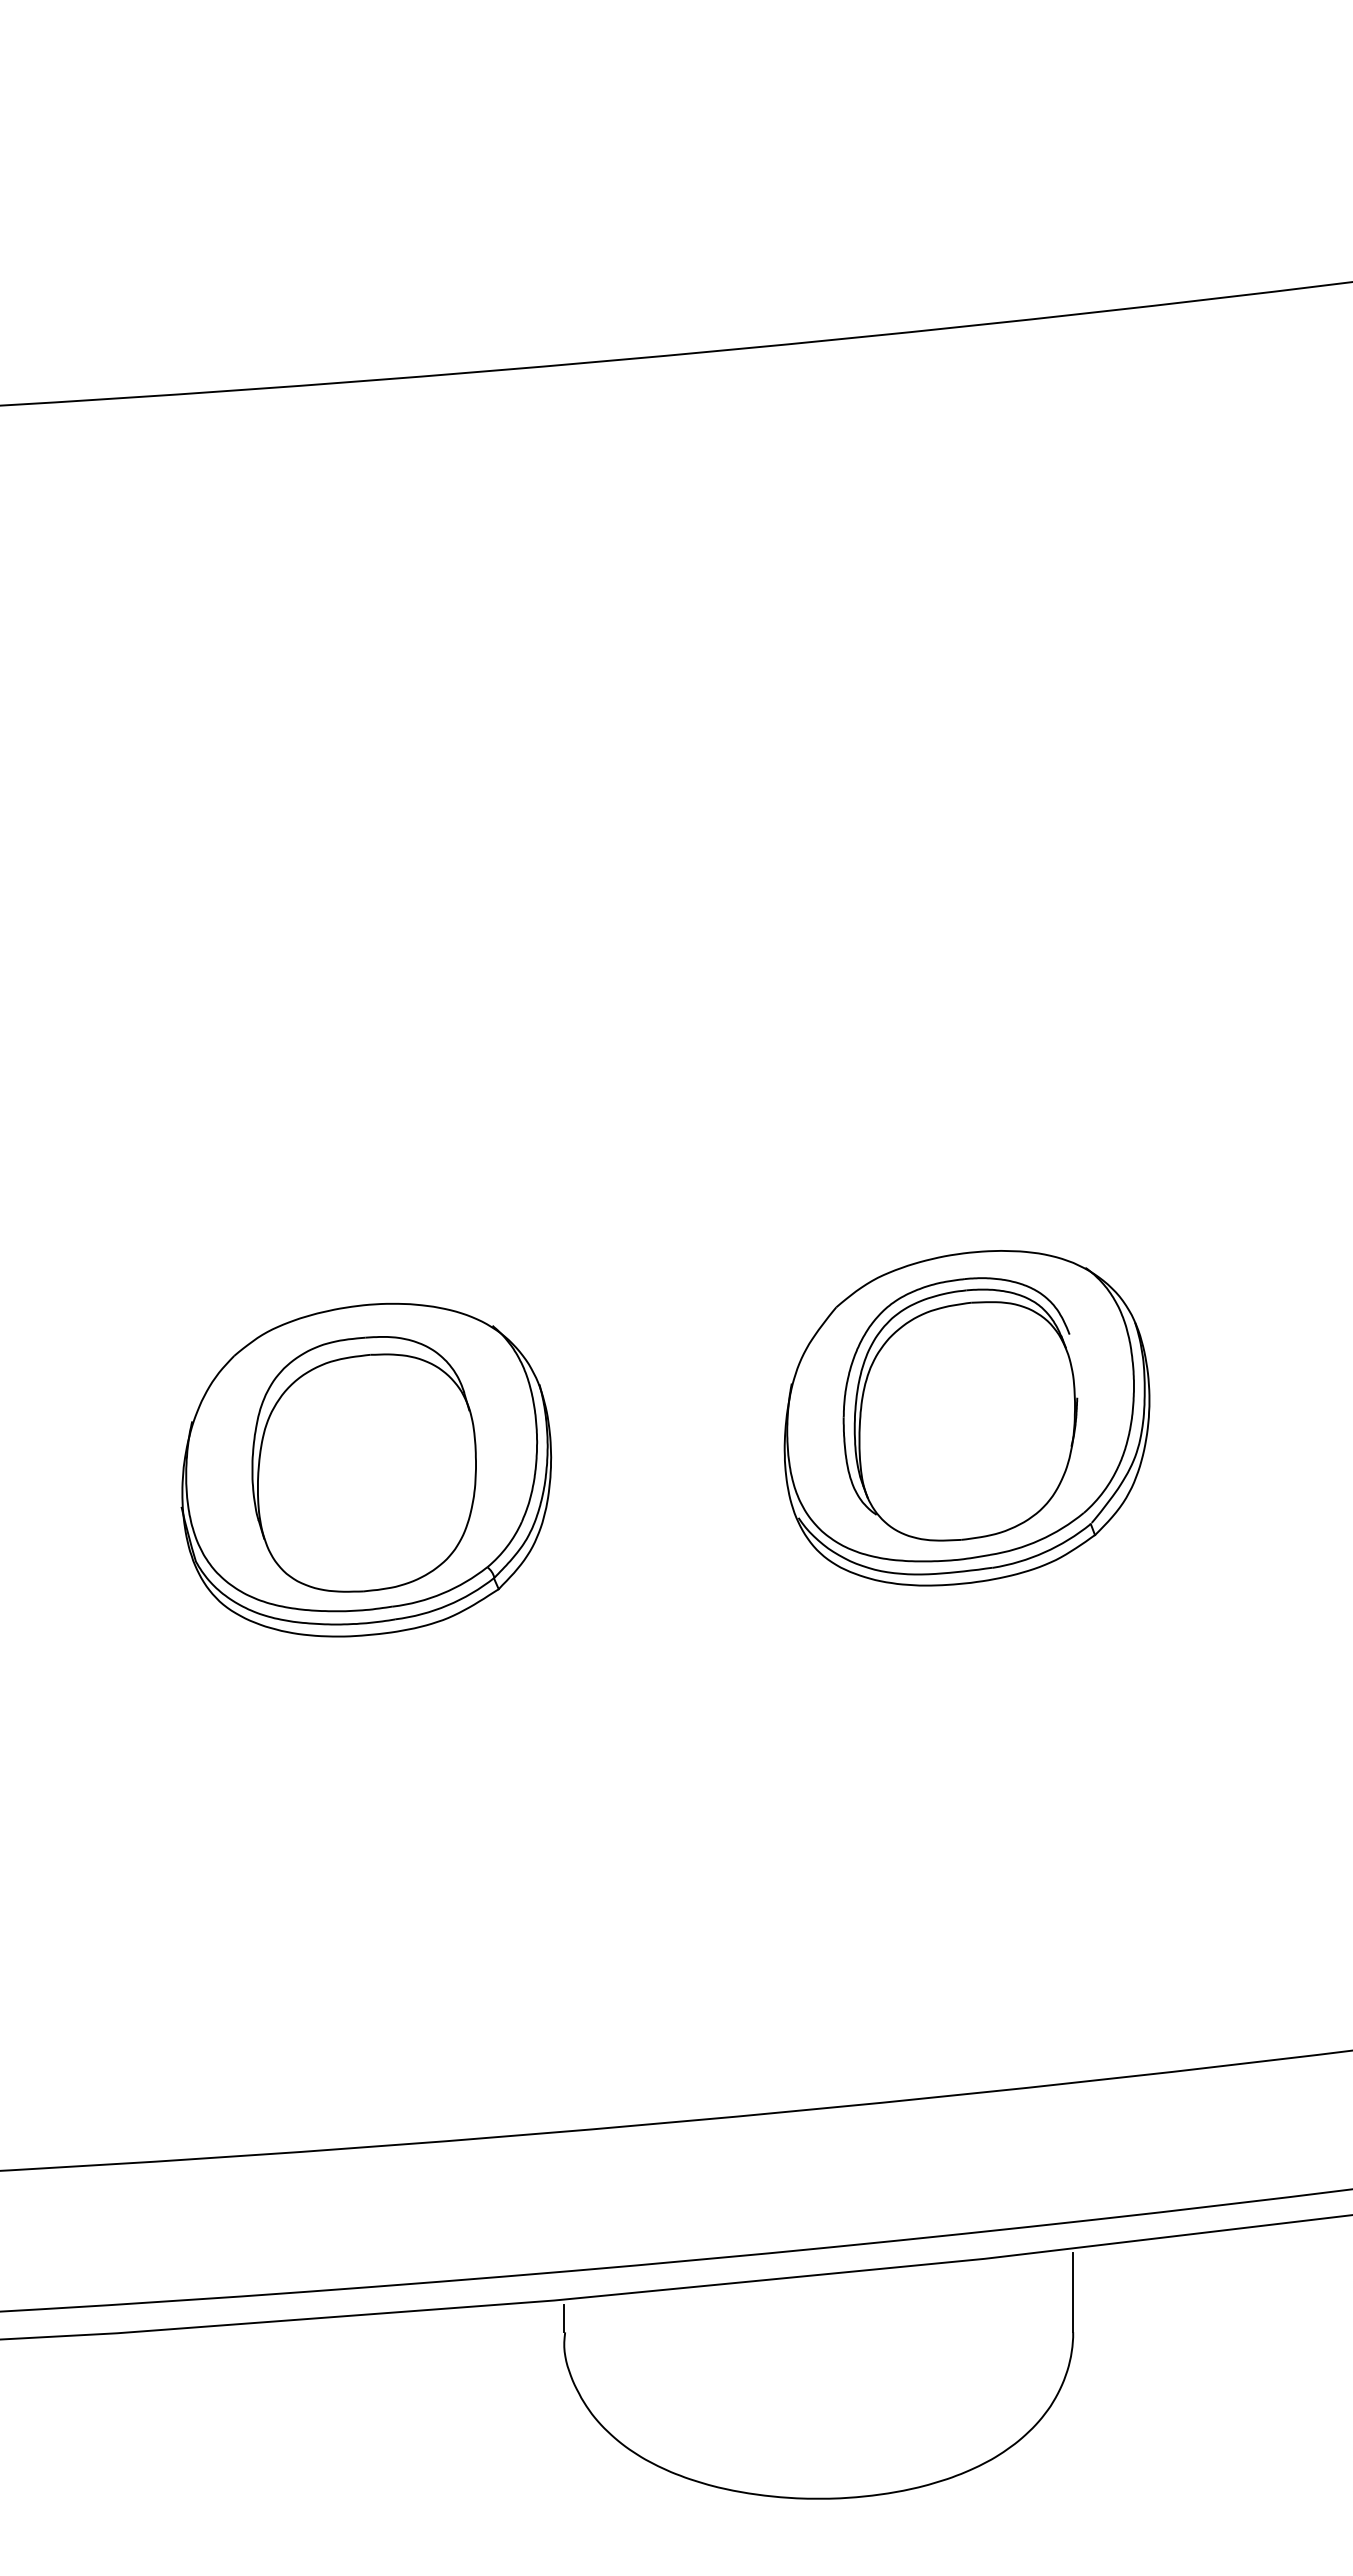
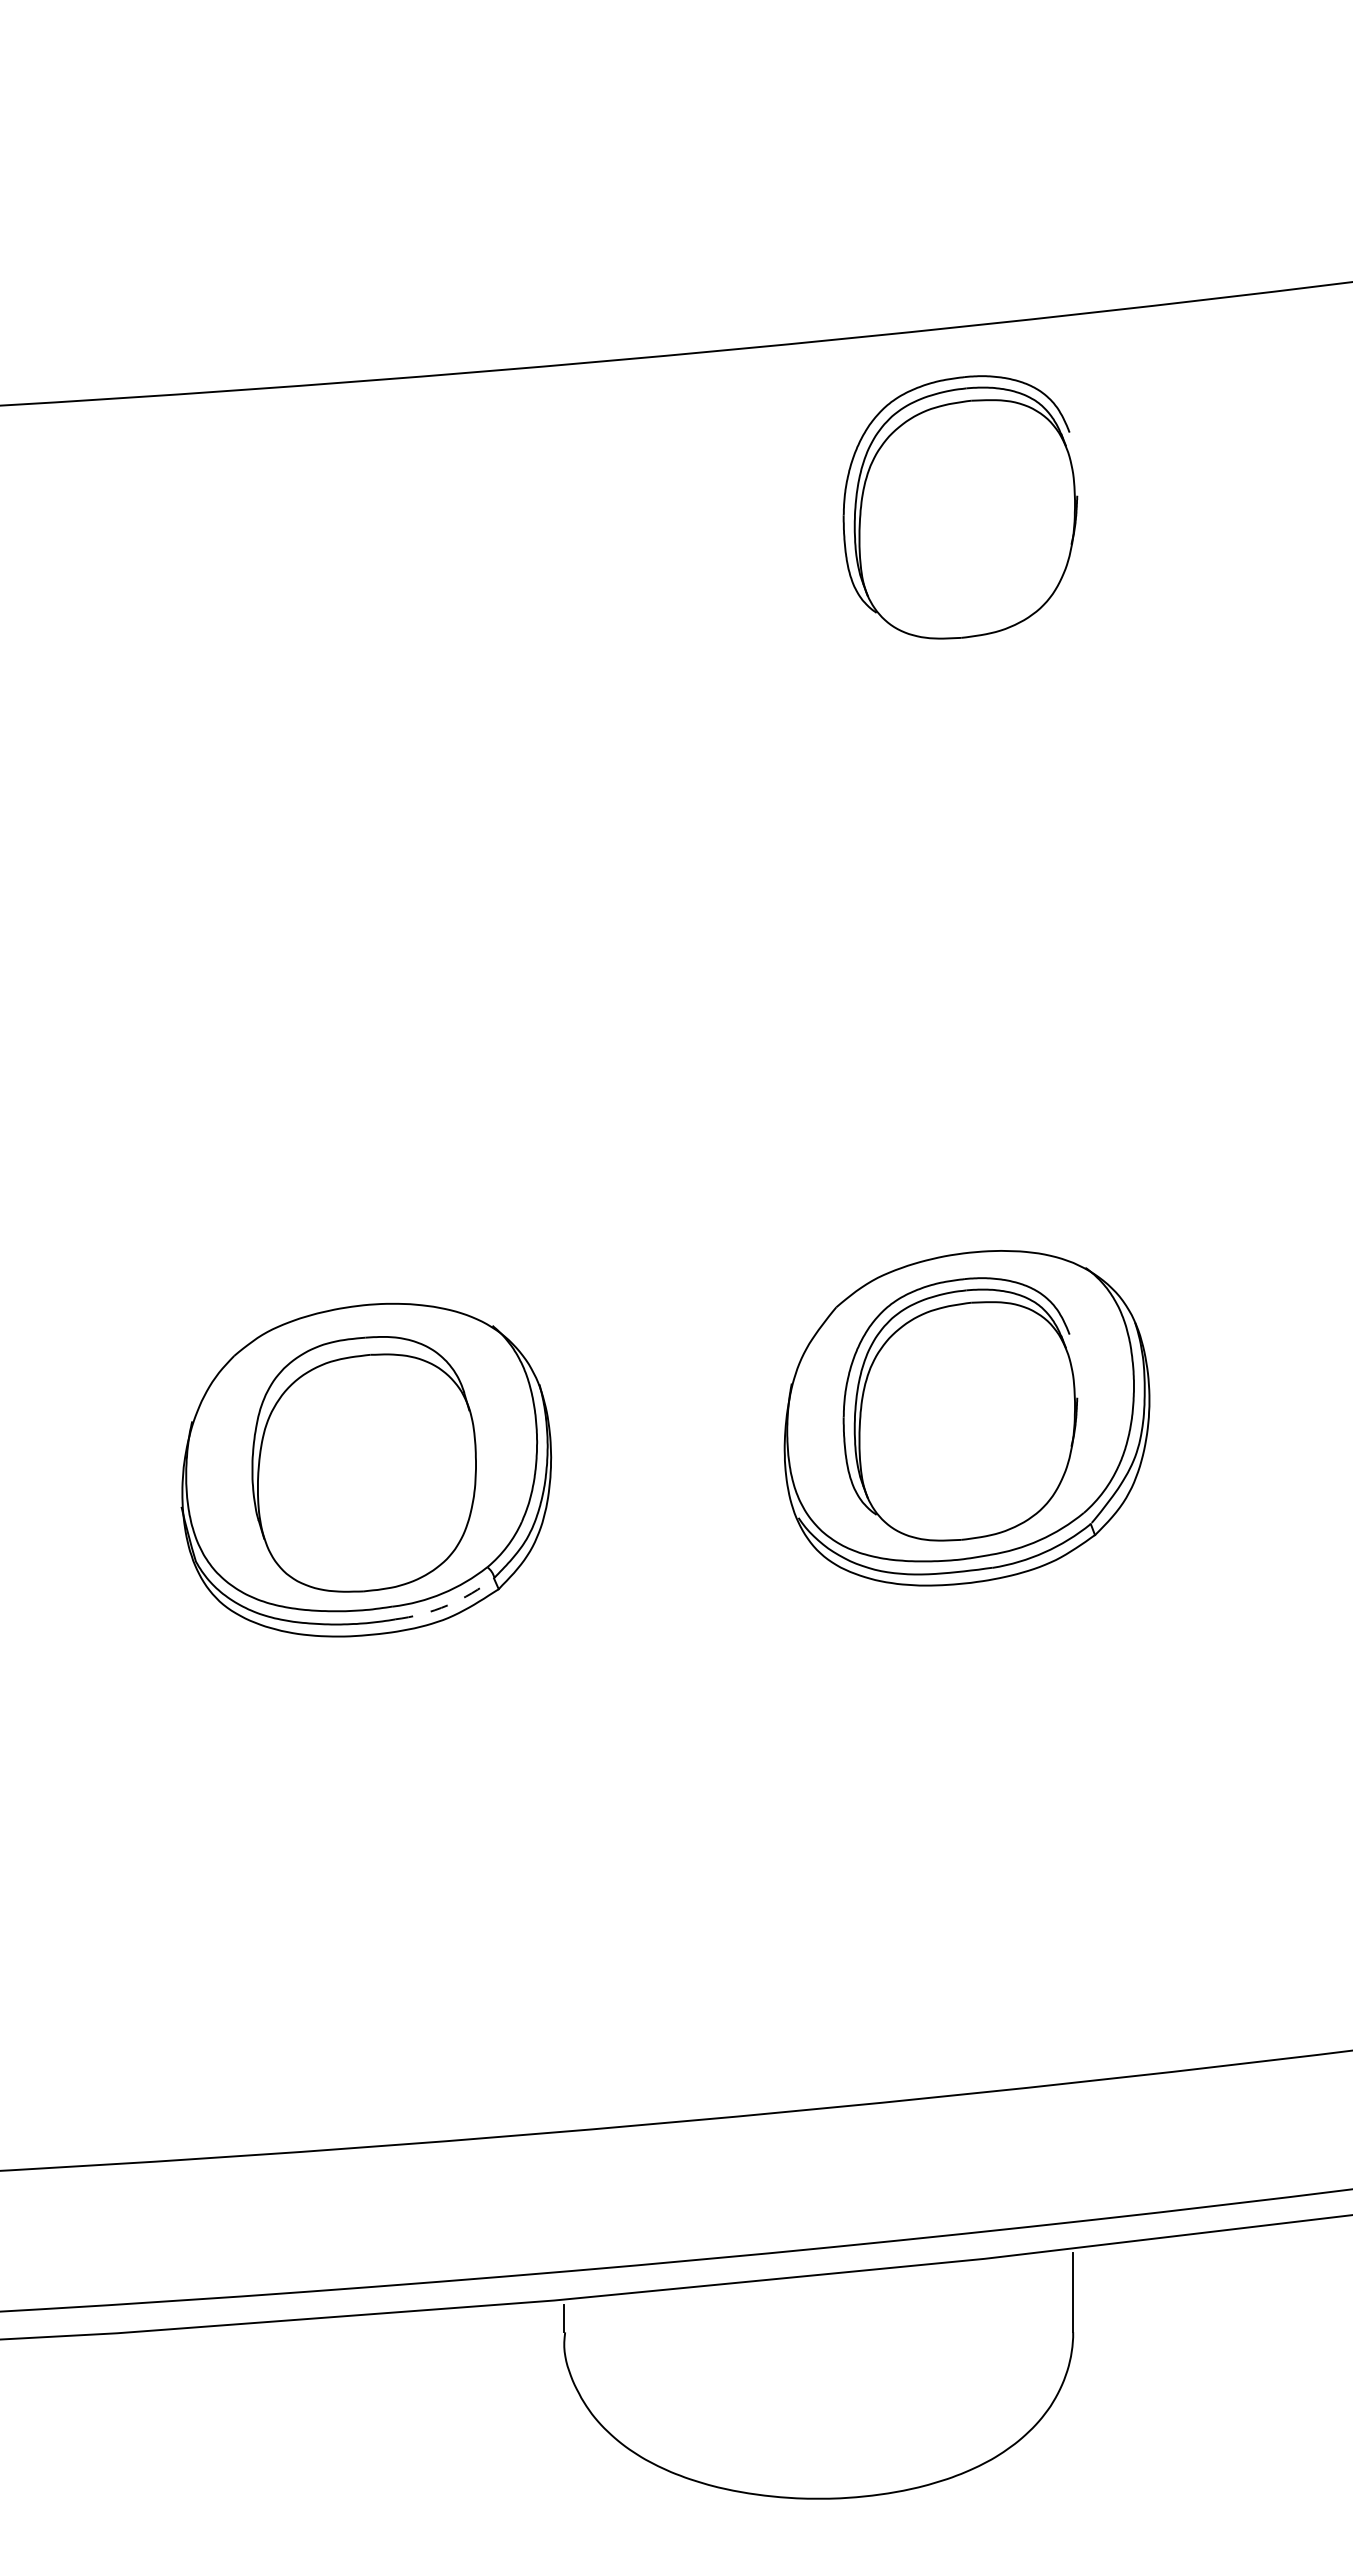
part at (960, 507): none -> present
arc at (447, 1605): solid -> dashed
